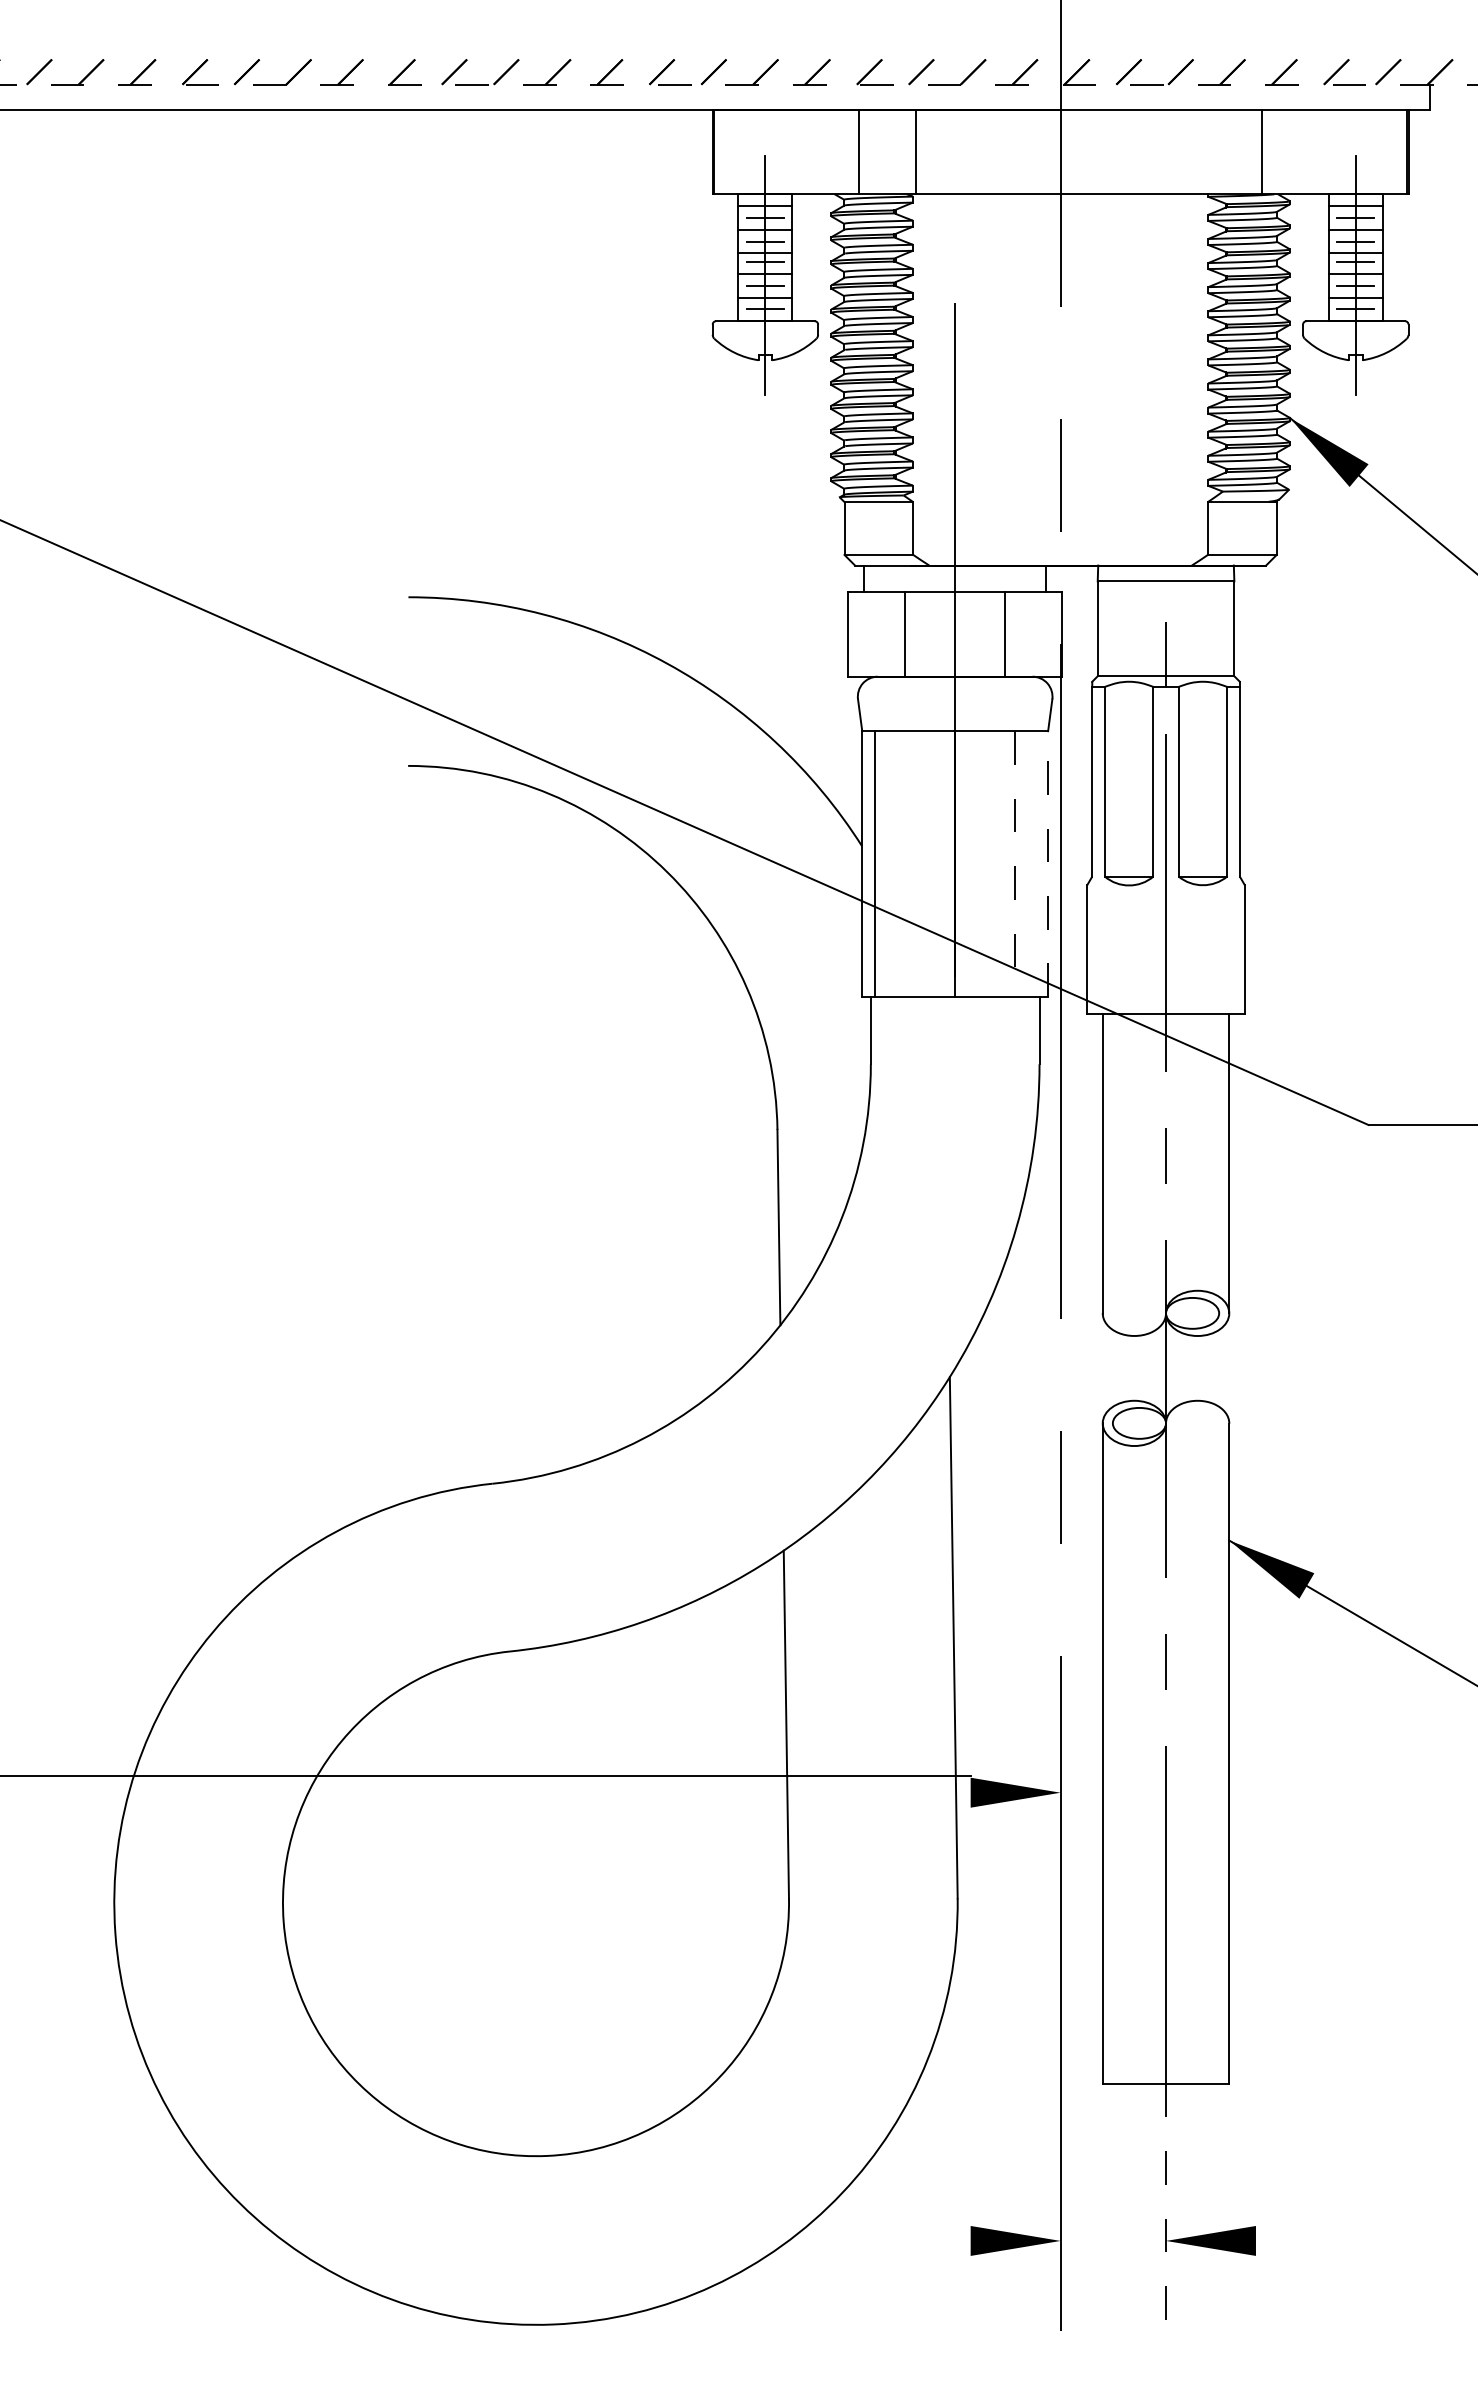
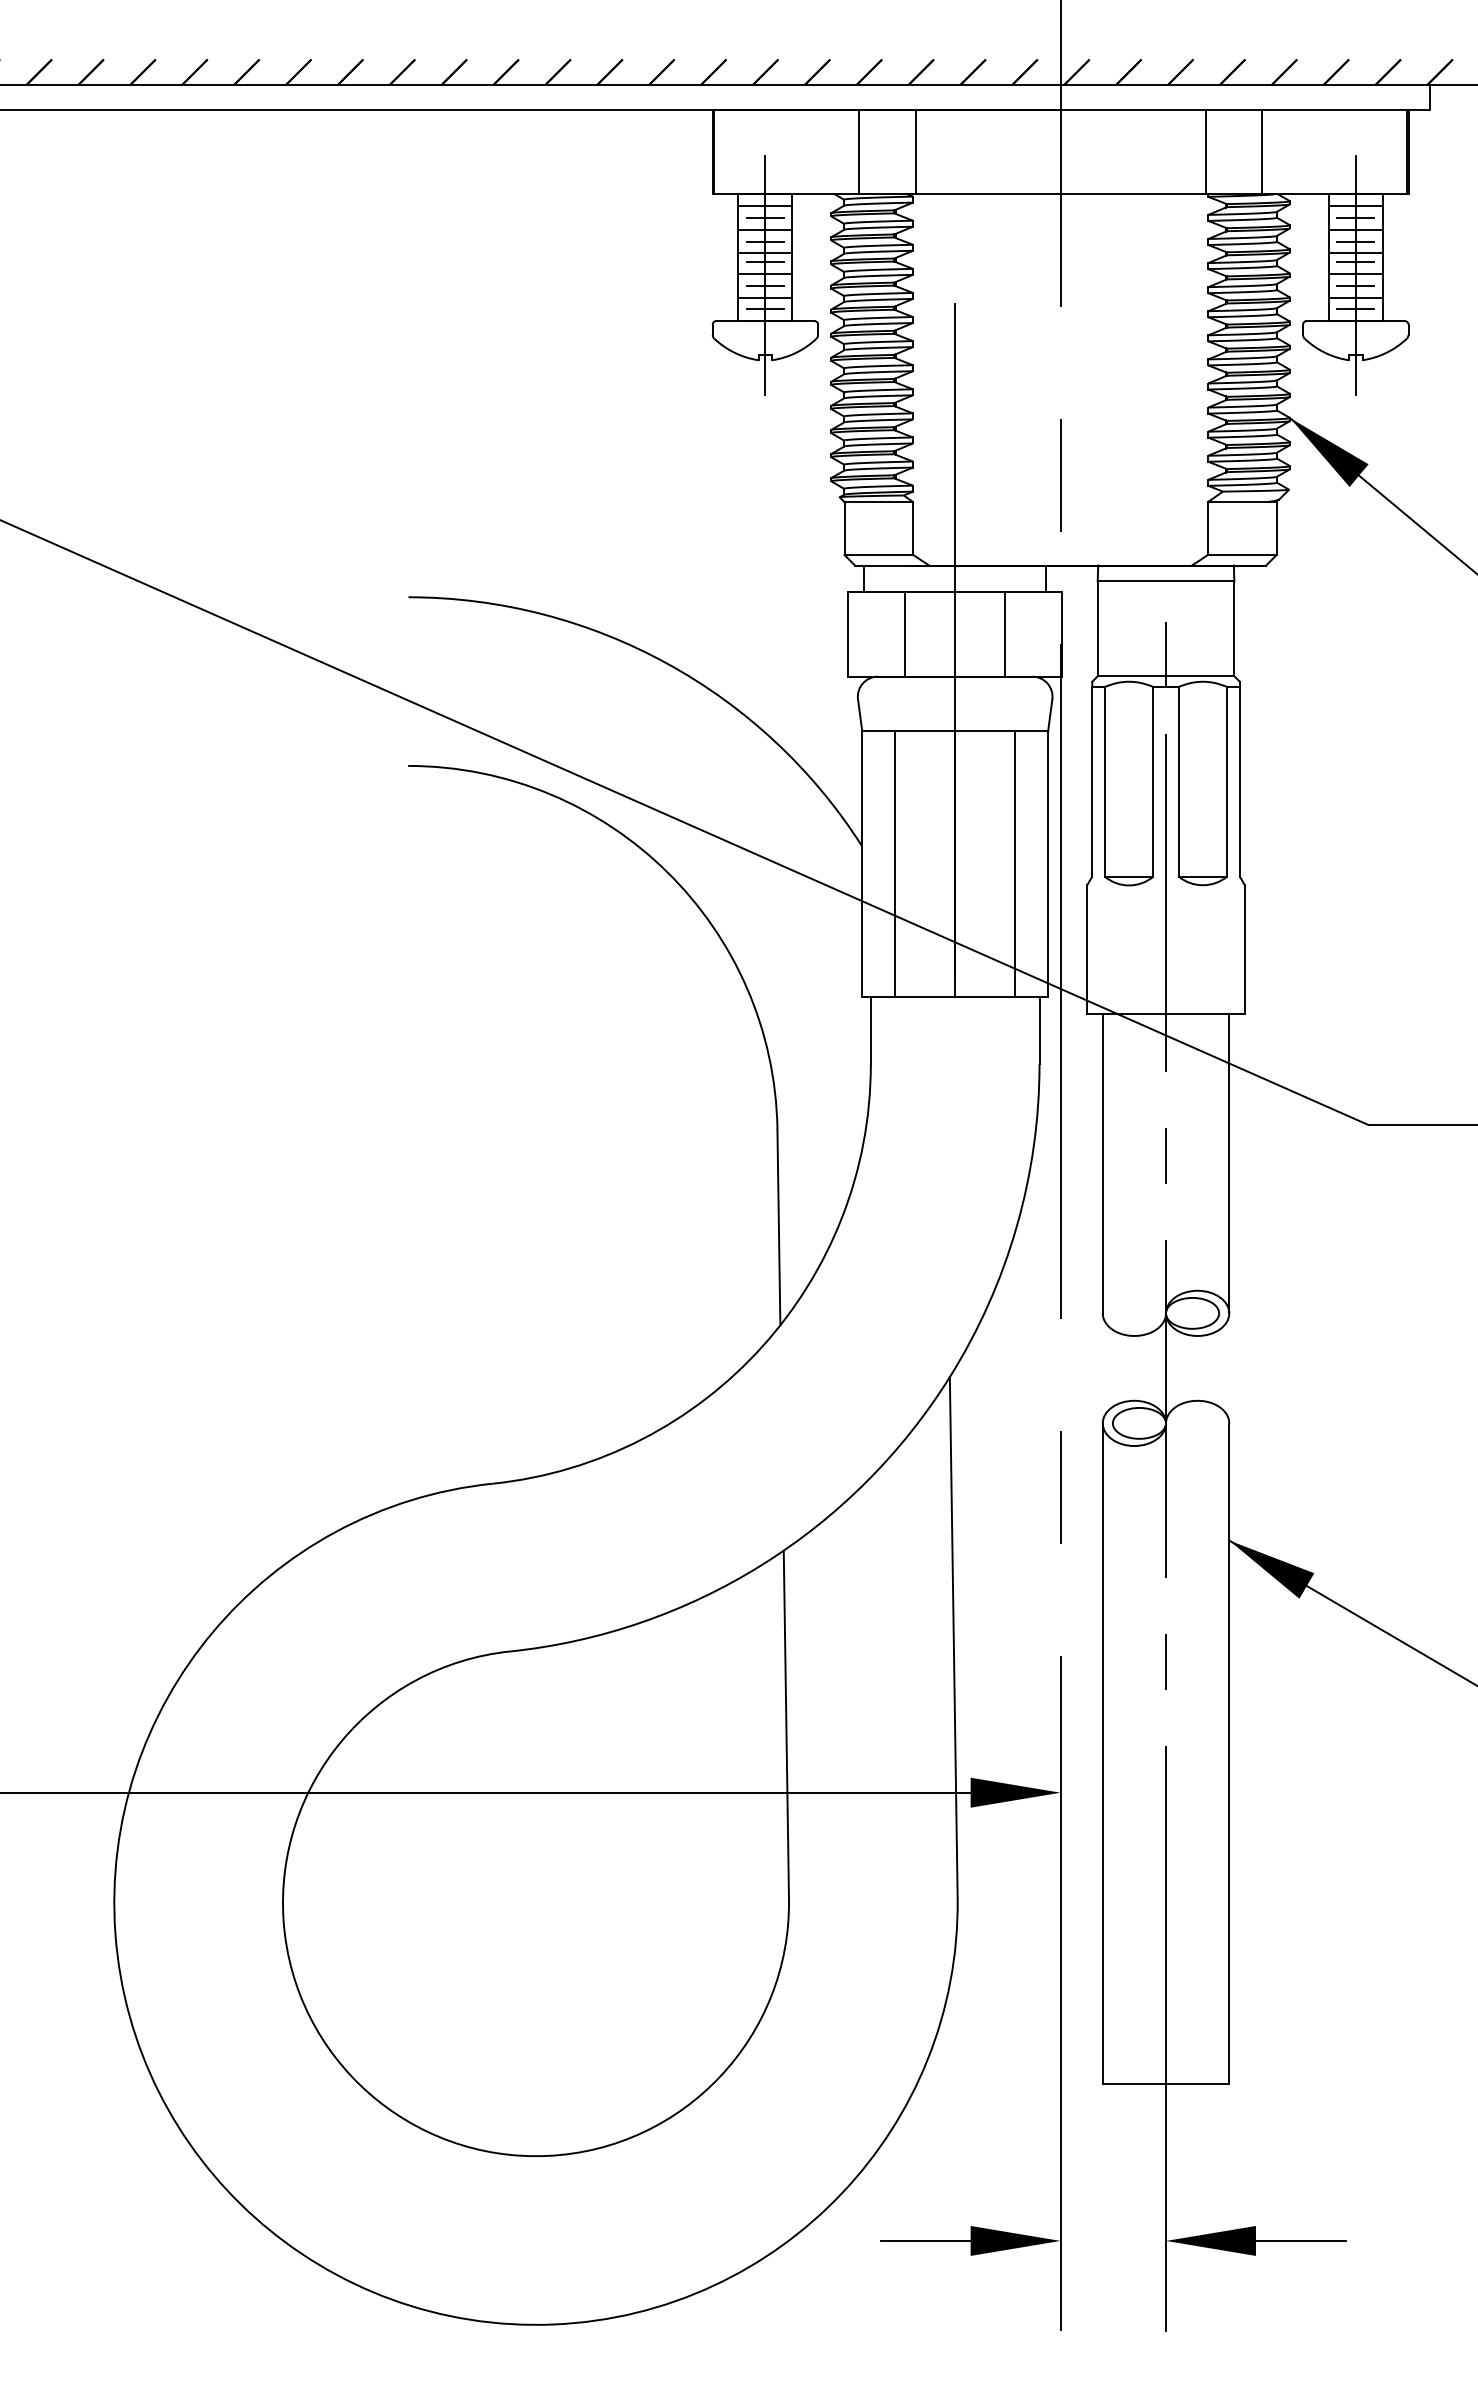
line at (738, 84): dashed -> solid
line at (1205, 151): none -> present
line at (1048, 863): dashed -> solid
line at (874, 864) position: (874, 864) -> (894, 864)
line at (1015, 864): dashed -> solid
line at (486, 1775) position: (486, 1775) -> (486, 1792)
line at (1166, 2207): dashed -> solid
line at (925, 2240): none -> present
line at (1300, 2240): none -> present
